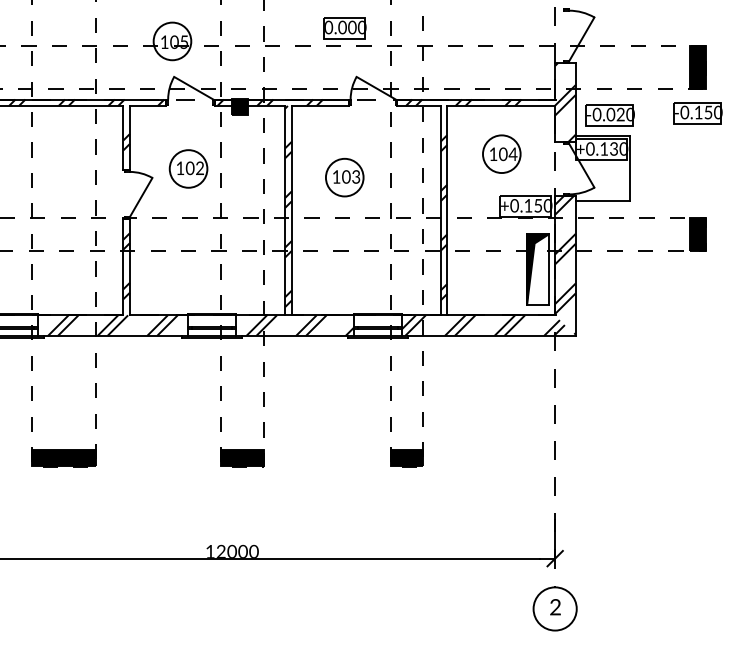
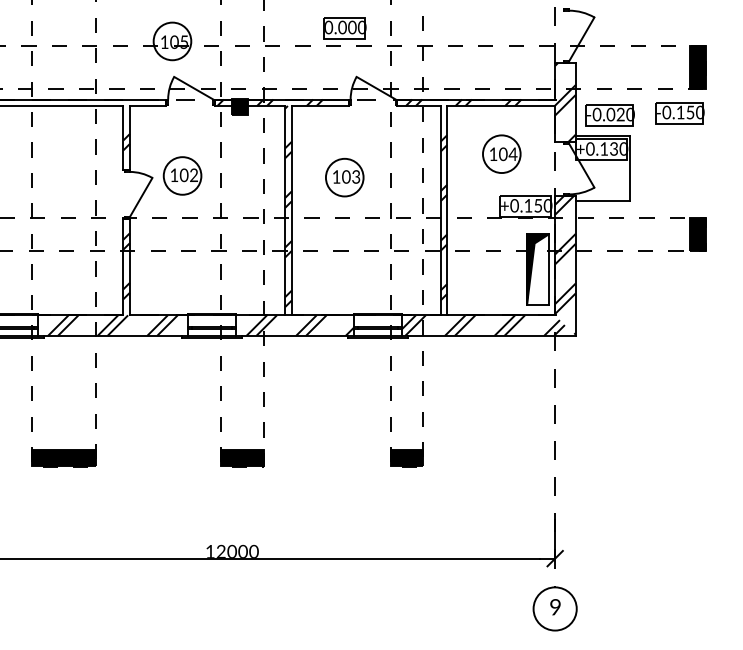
hatch at (86, 102): present -> none
part at (697, 113) position: (697, 113) -> (679, 113)
part at (188, 168) position: (188, 168) -> (182, 175)
text at (555, 607): 2 -> 9
